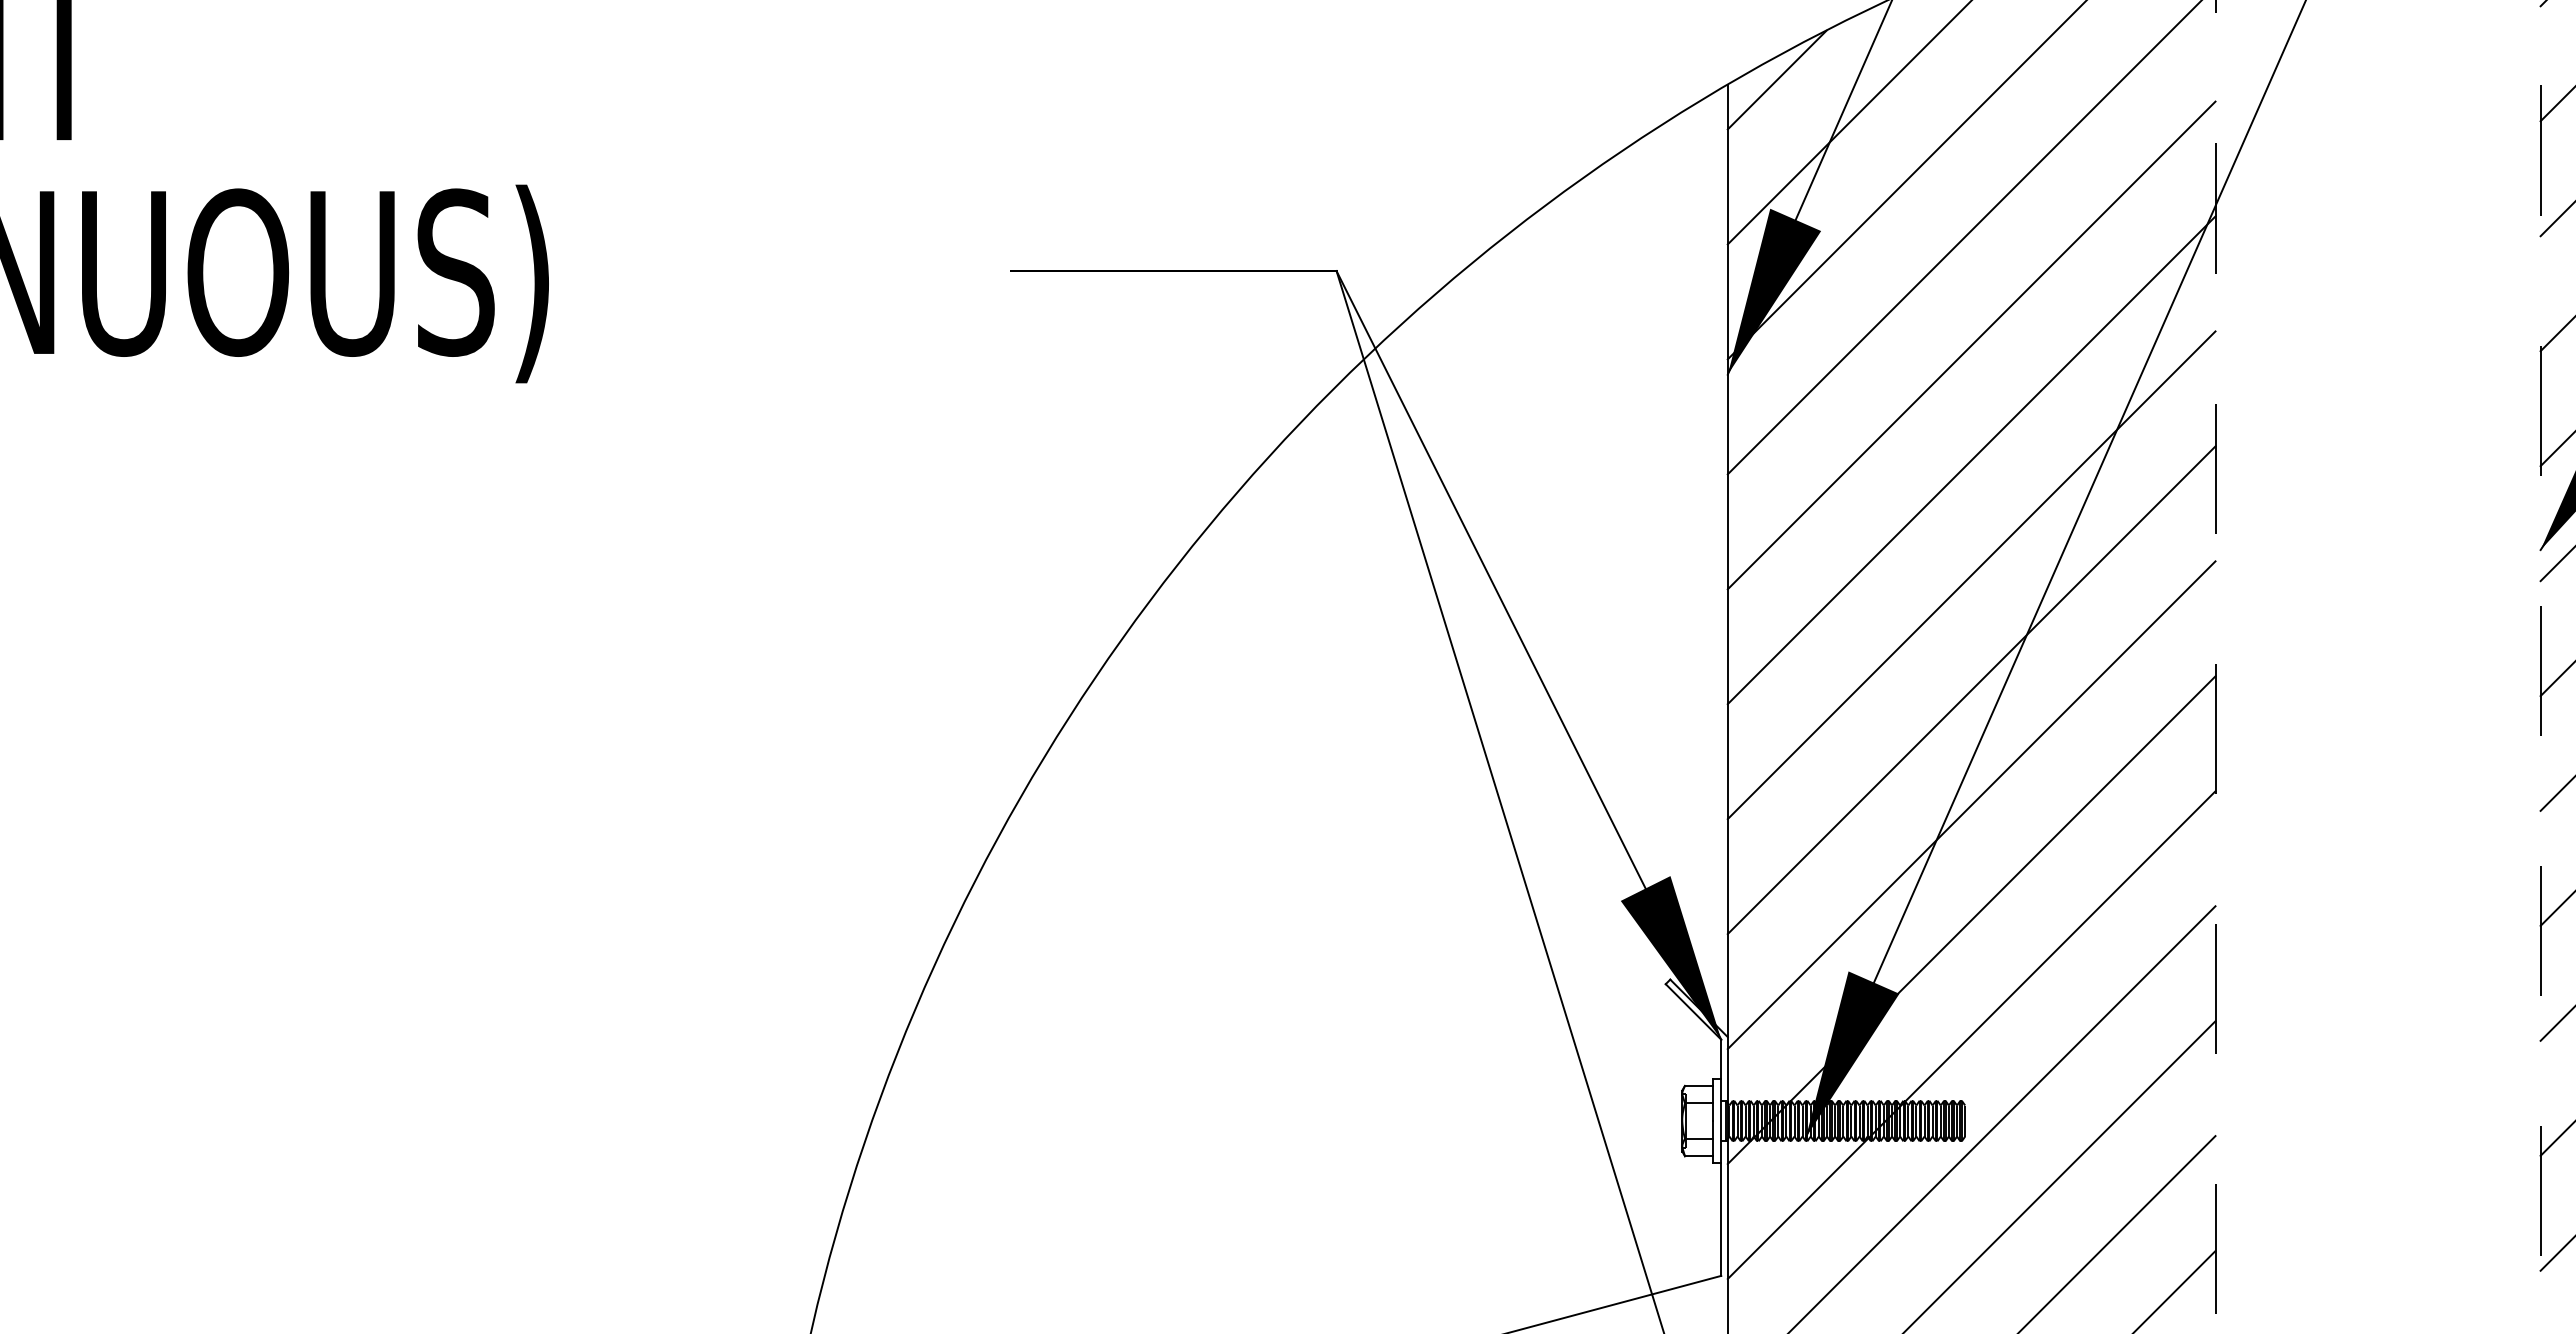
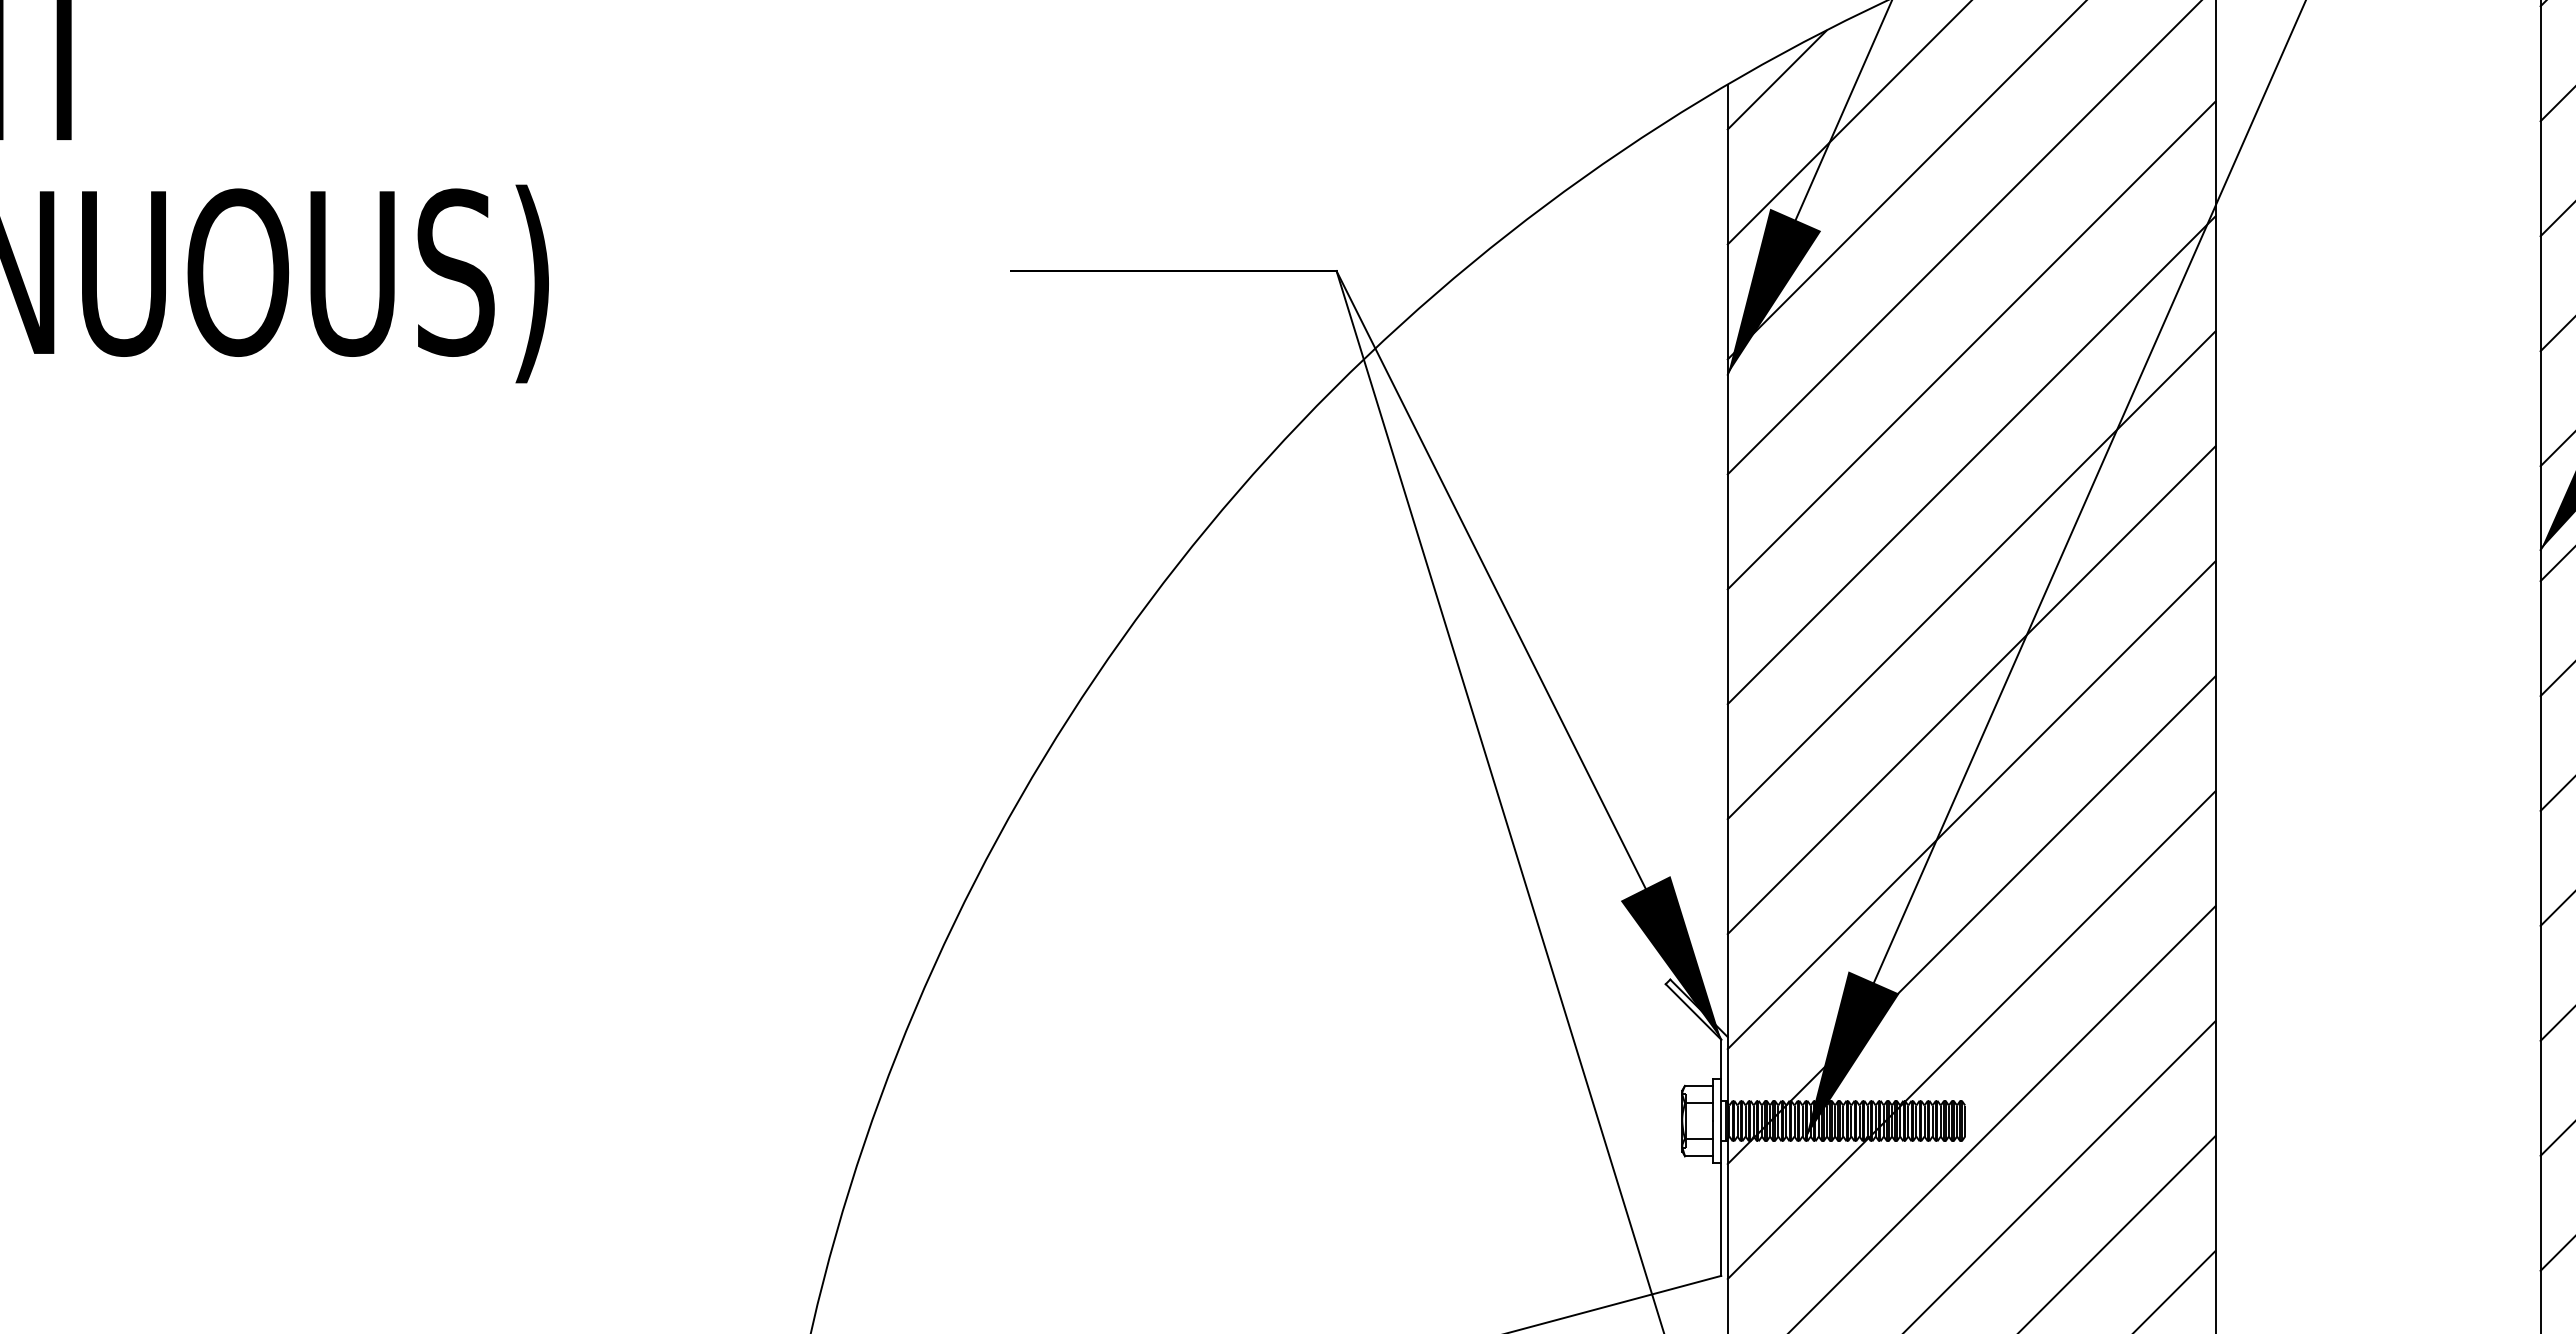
line at (2215, 666): dashed -> solid
line at (2540, 667): dashed -> solid
